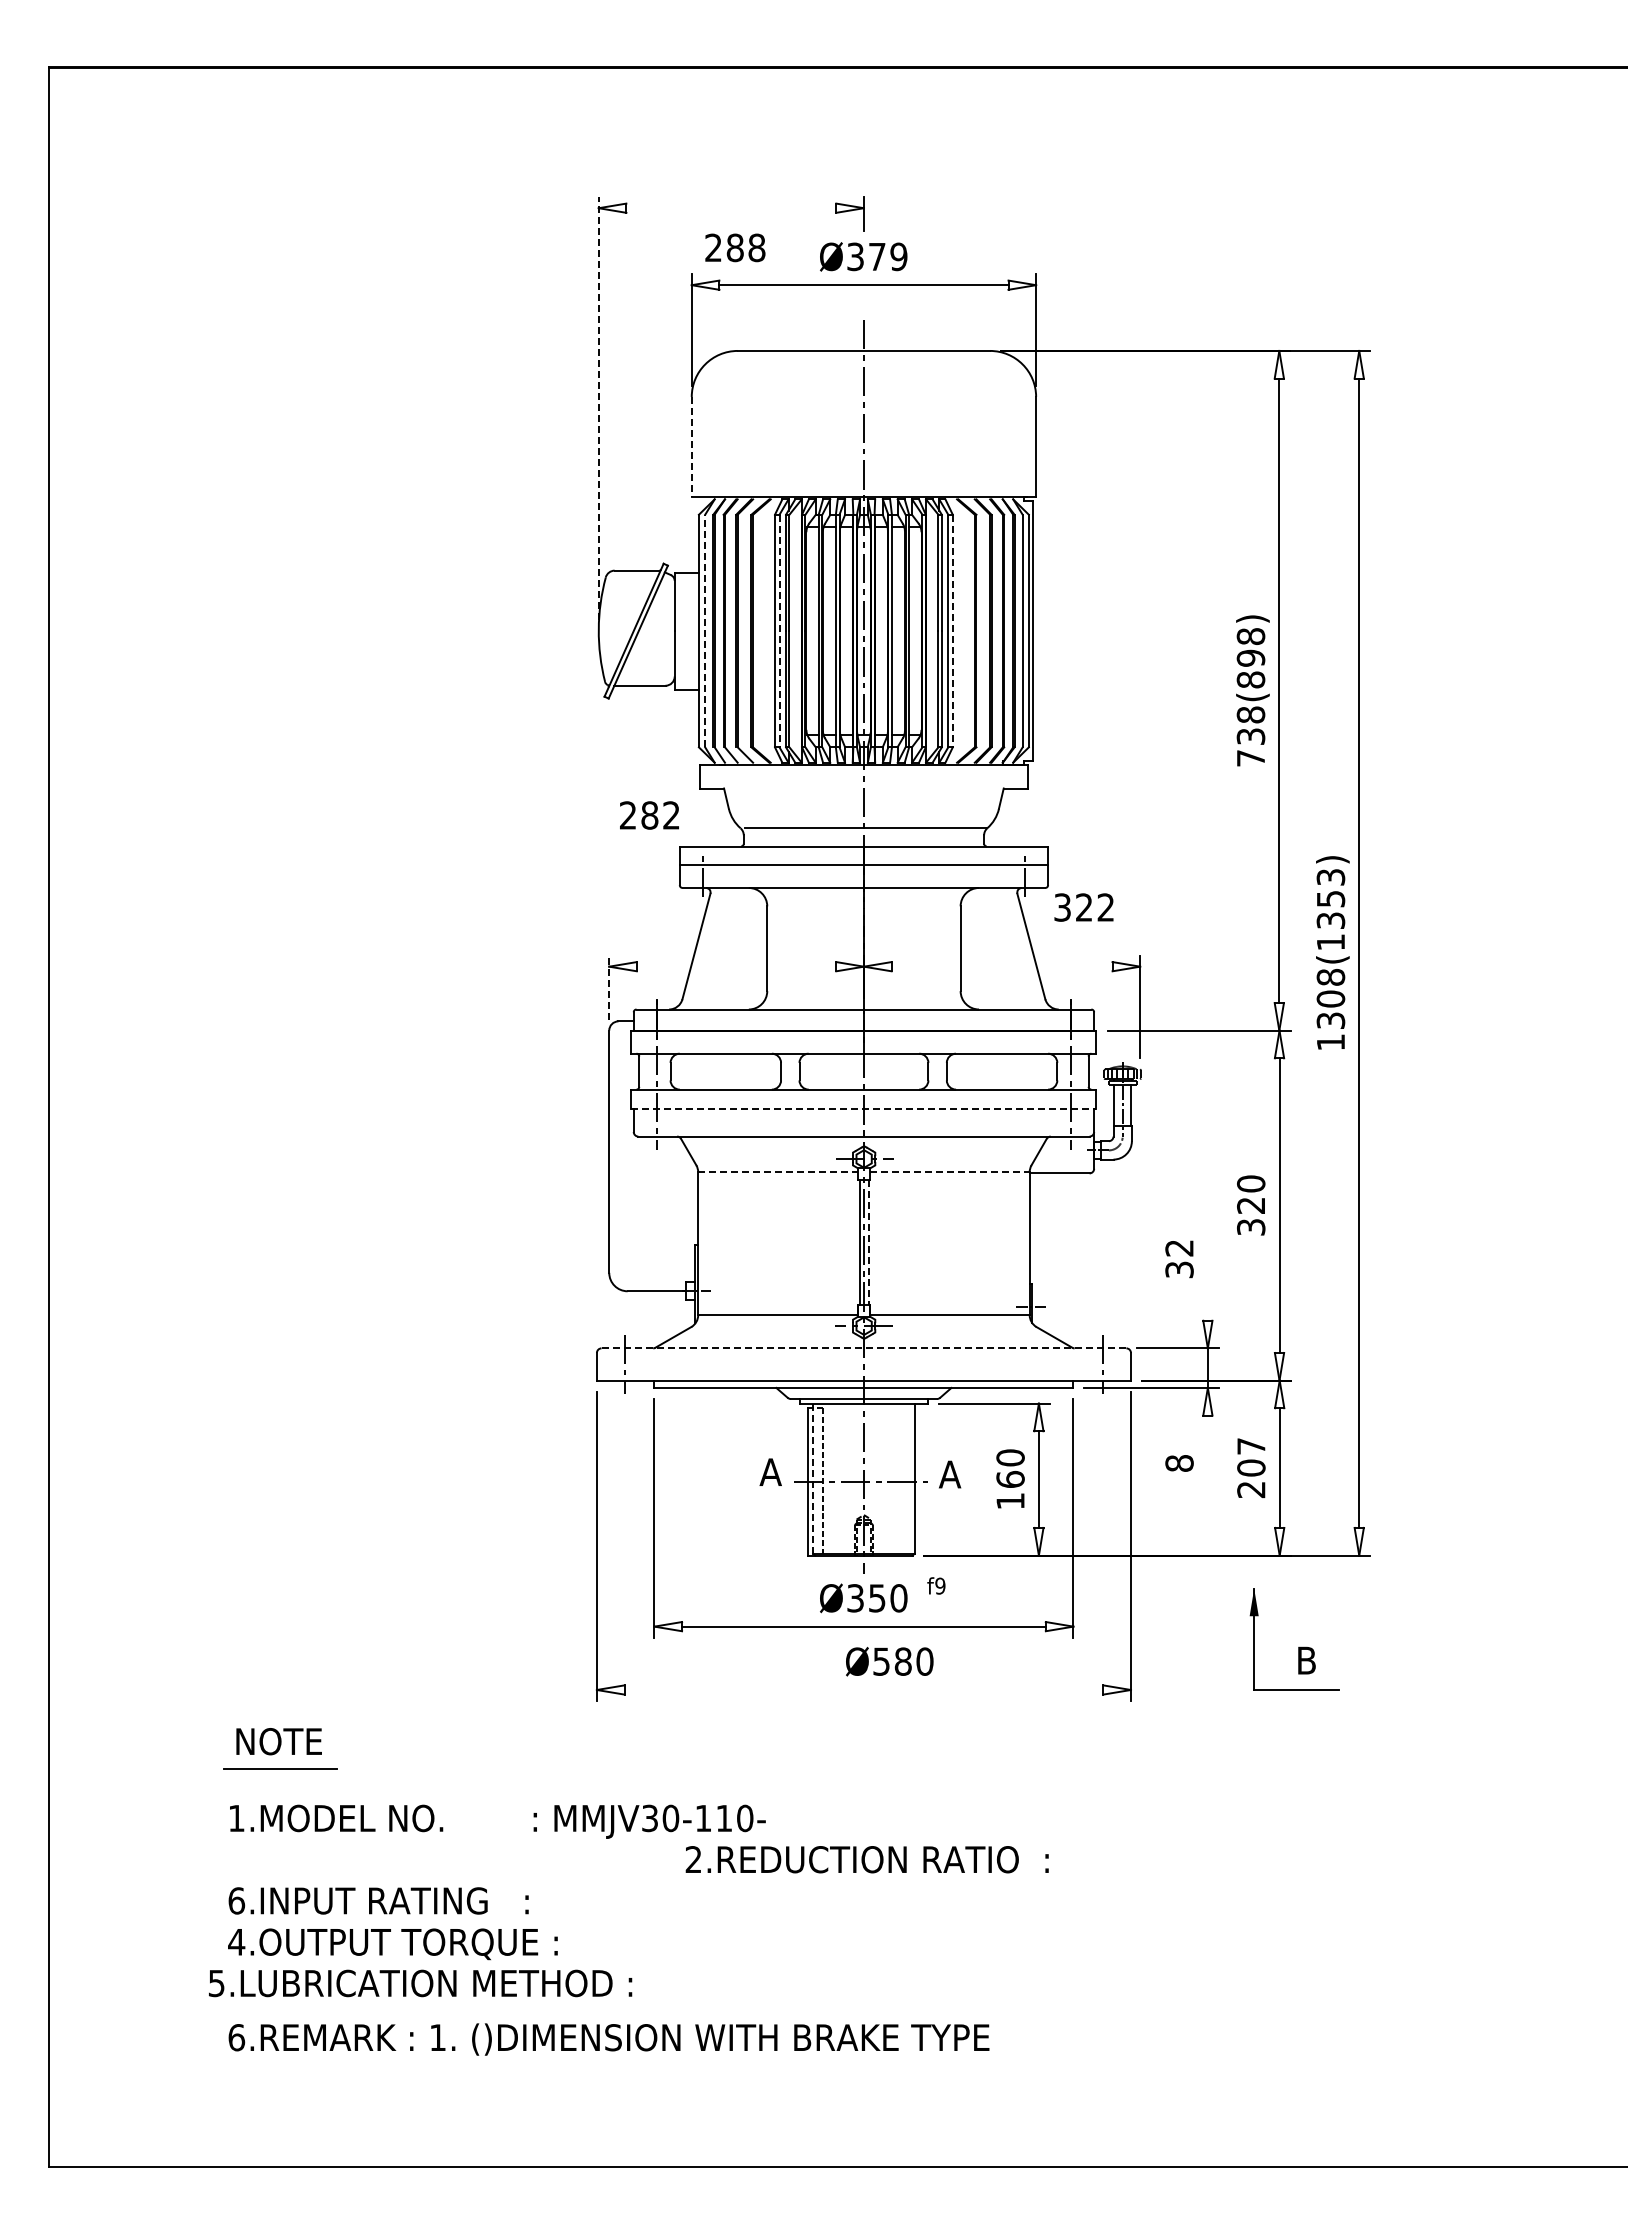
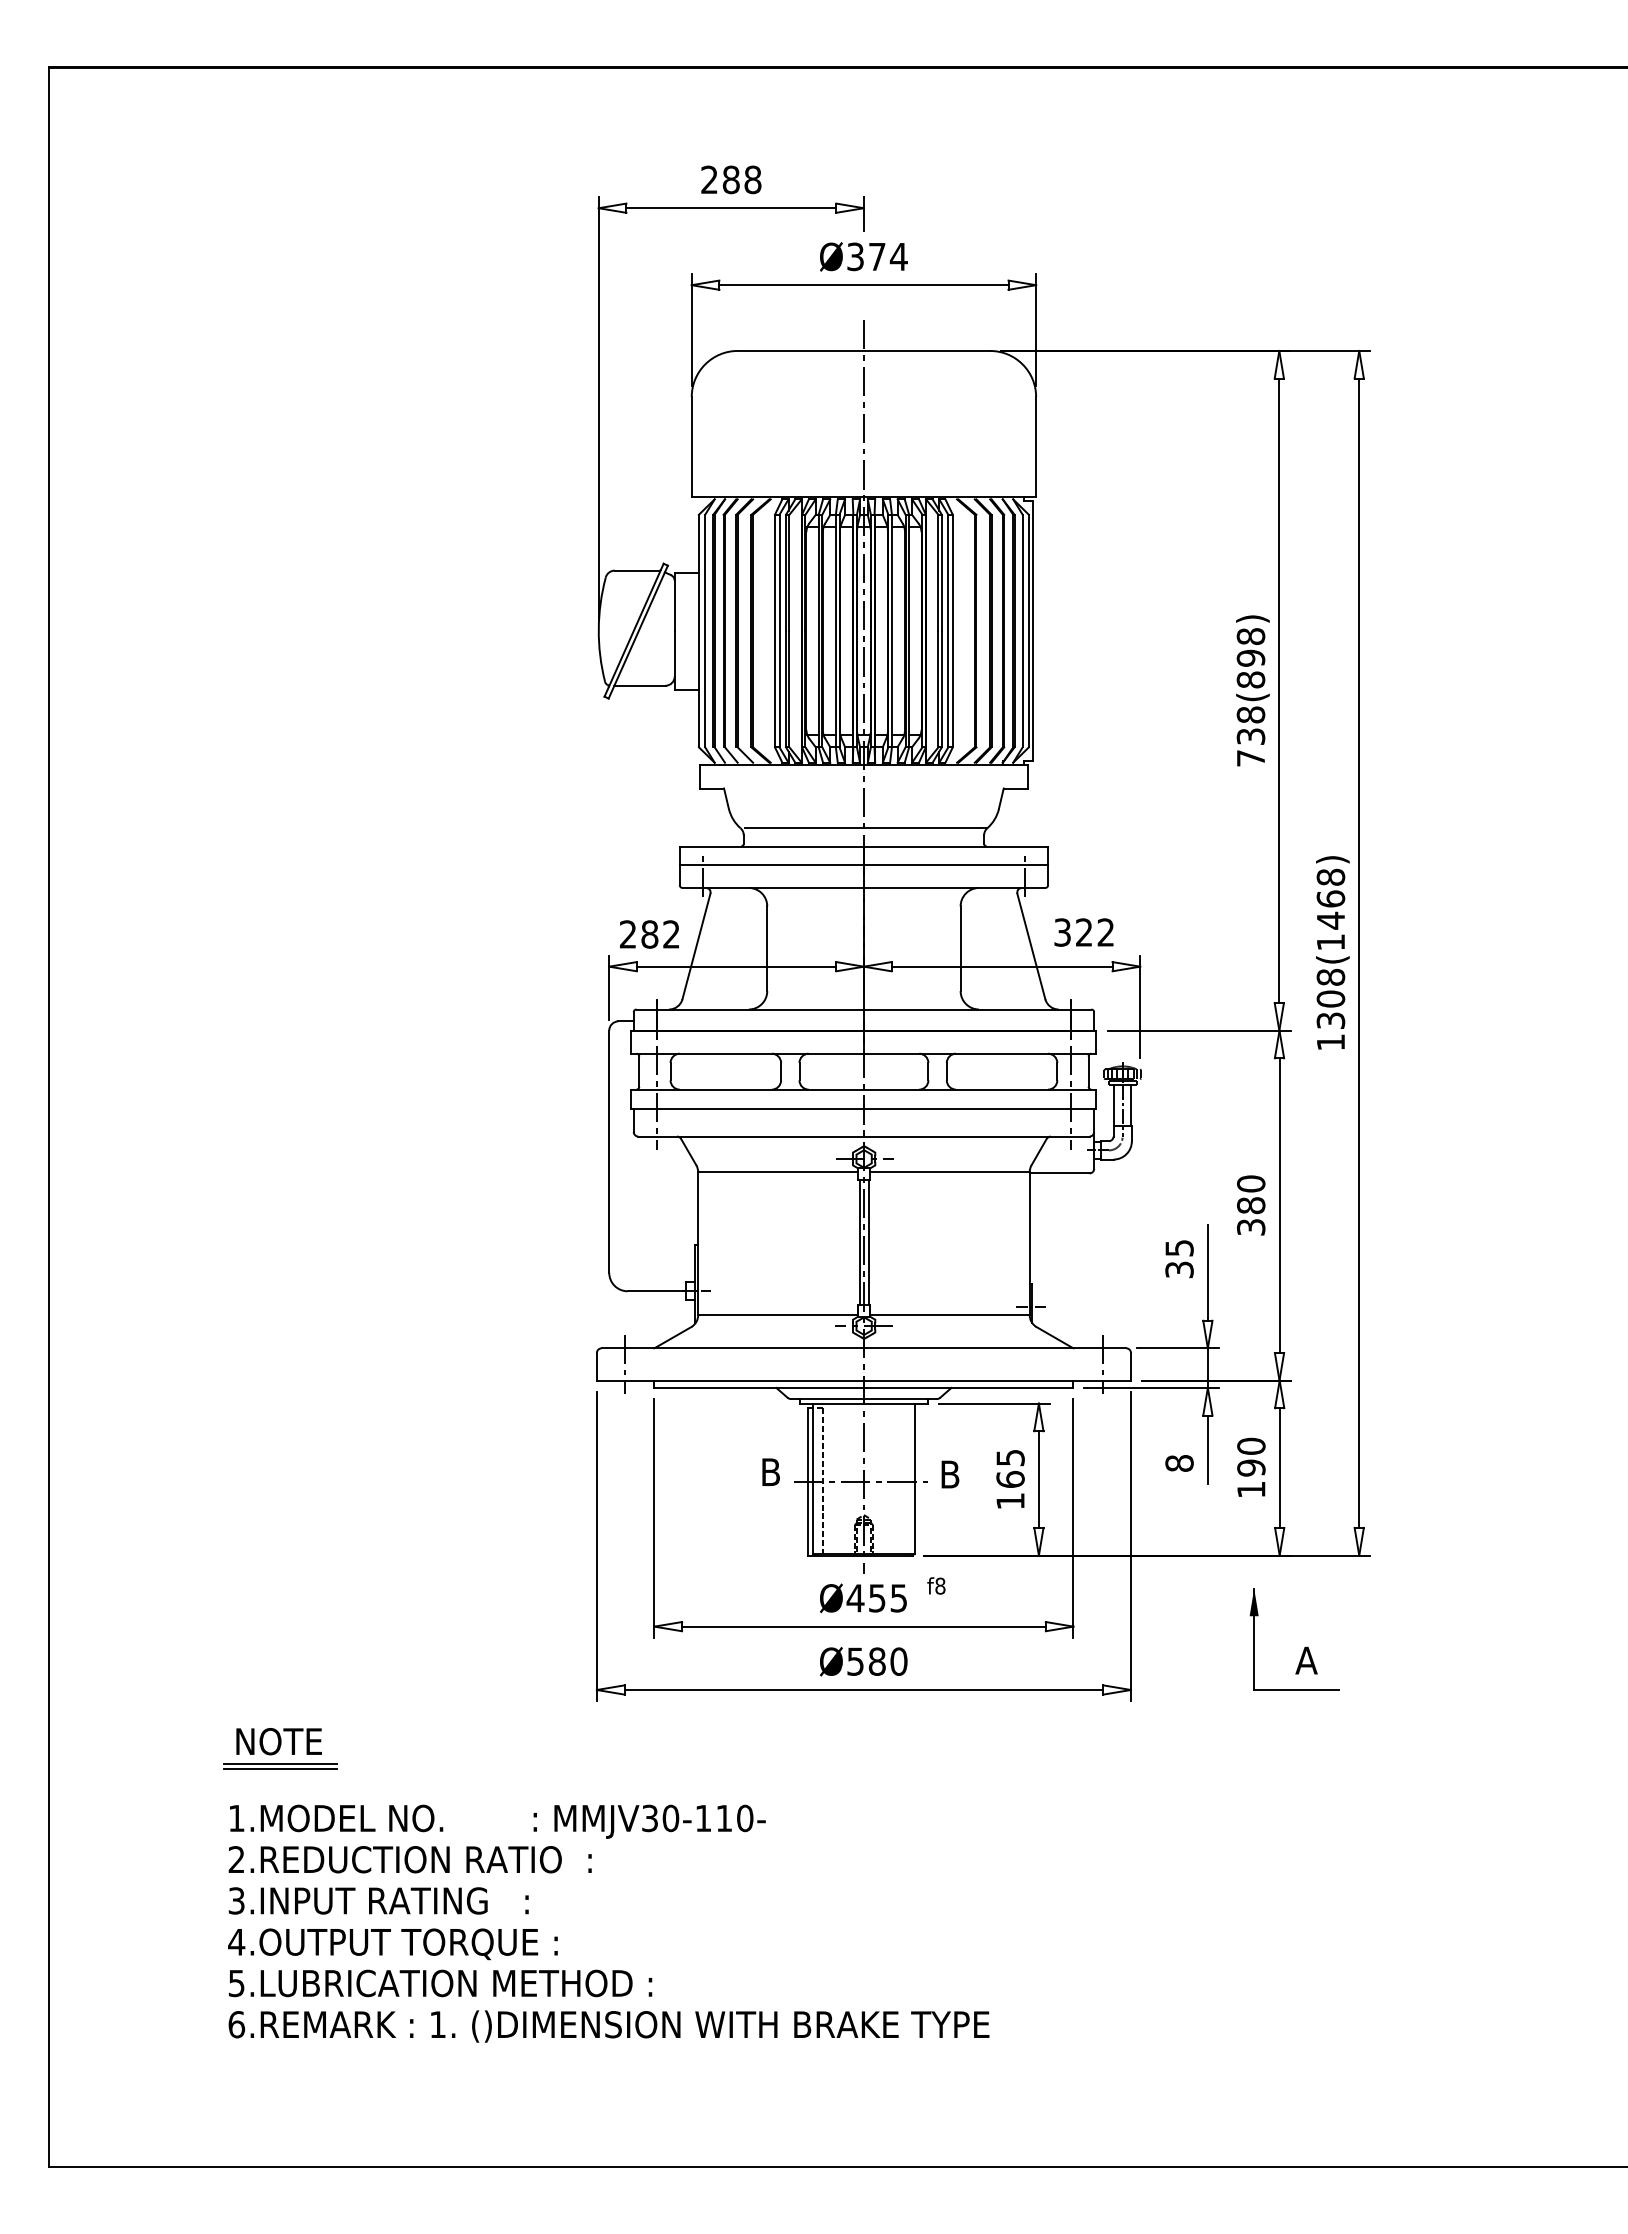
line at (731, 208): none -> present
text at (735, 247) position: (735, 247) -> (731, 179)
text at (898, 256): Ø379 -> Ø374
line at (598, 408): dashed -> solid
line at (691, 446): dashed -> solid
line at (705, 630): dashed -> solid
line at (779, 631): dashed -> solid
line at (952, 631): dashed -> solid
text at (649, 815) position: (649, 815) -> (649, 934)
text at (1330, 898): 1308(1353) -> 1308(1468)
text at (1083, 907) position: (1083, 907) -> (1083, 932)
line at (736, 966): none -> present
line at (1001, 966): none -> present
line at (609, 987): dashed -> solid
line at (863, 1108): dashed -> solid
line at (778, 1172): dashed -> solid
line at (949, 1172): dashed -> solid
text at (1251, 1205): 320 -> 380
line at (868, 1242): dashed -> solid
text at (1179, 1248): 32 -> 35
line at (1207, 1272): none -> present
line at (864, 1348): dashed -> solid
line at (1207, 1449): none -> present
text at (1010, 1457): 160 -> 165
text at (1251, 1467): 207 -> 190
text at (770, 1471): A -> B
text at (949, 1474): A -> B
line at (813, 1479): dashed -> solid
text at (940, 1585): f9 -> f8
text at (876, 1598): Ø350 -> Ø455
text at (1306, 1660): B -> A
text at (889, 1661) position: (889, 1661) -> (863, 1661)
line at (863, 1689): none -> present
line at (279, 1764): none -> present
text at (866, 1859) position: (866, 1859) -> (409, 1859)
text at (236, 1900): 6.INPUT -> 3.INPUT
text at (420, 1983) position: (420, 1983) -> (440, 1983)
text at (608, 2039) position: (608, 2039) -> (608, 2026)
